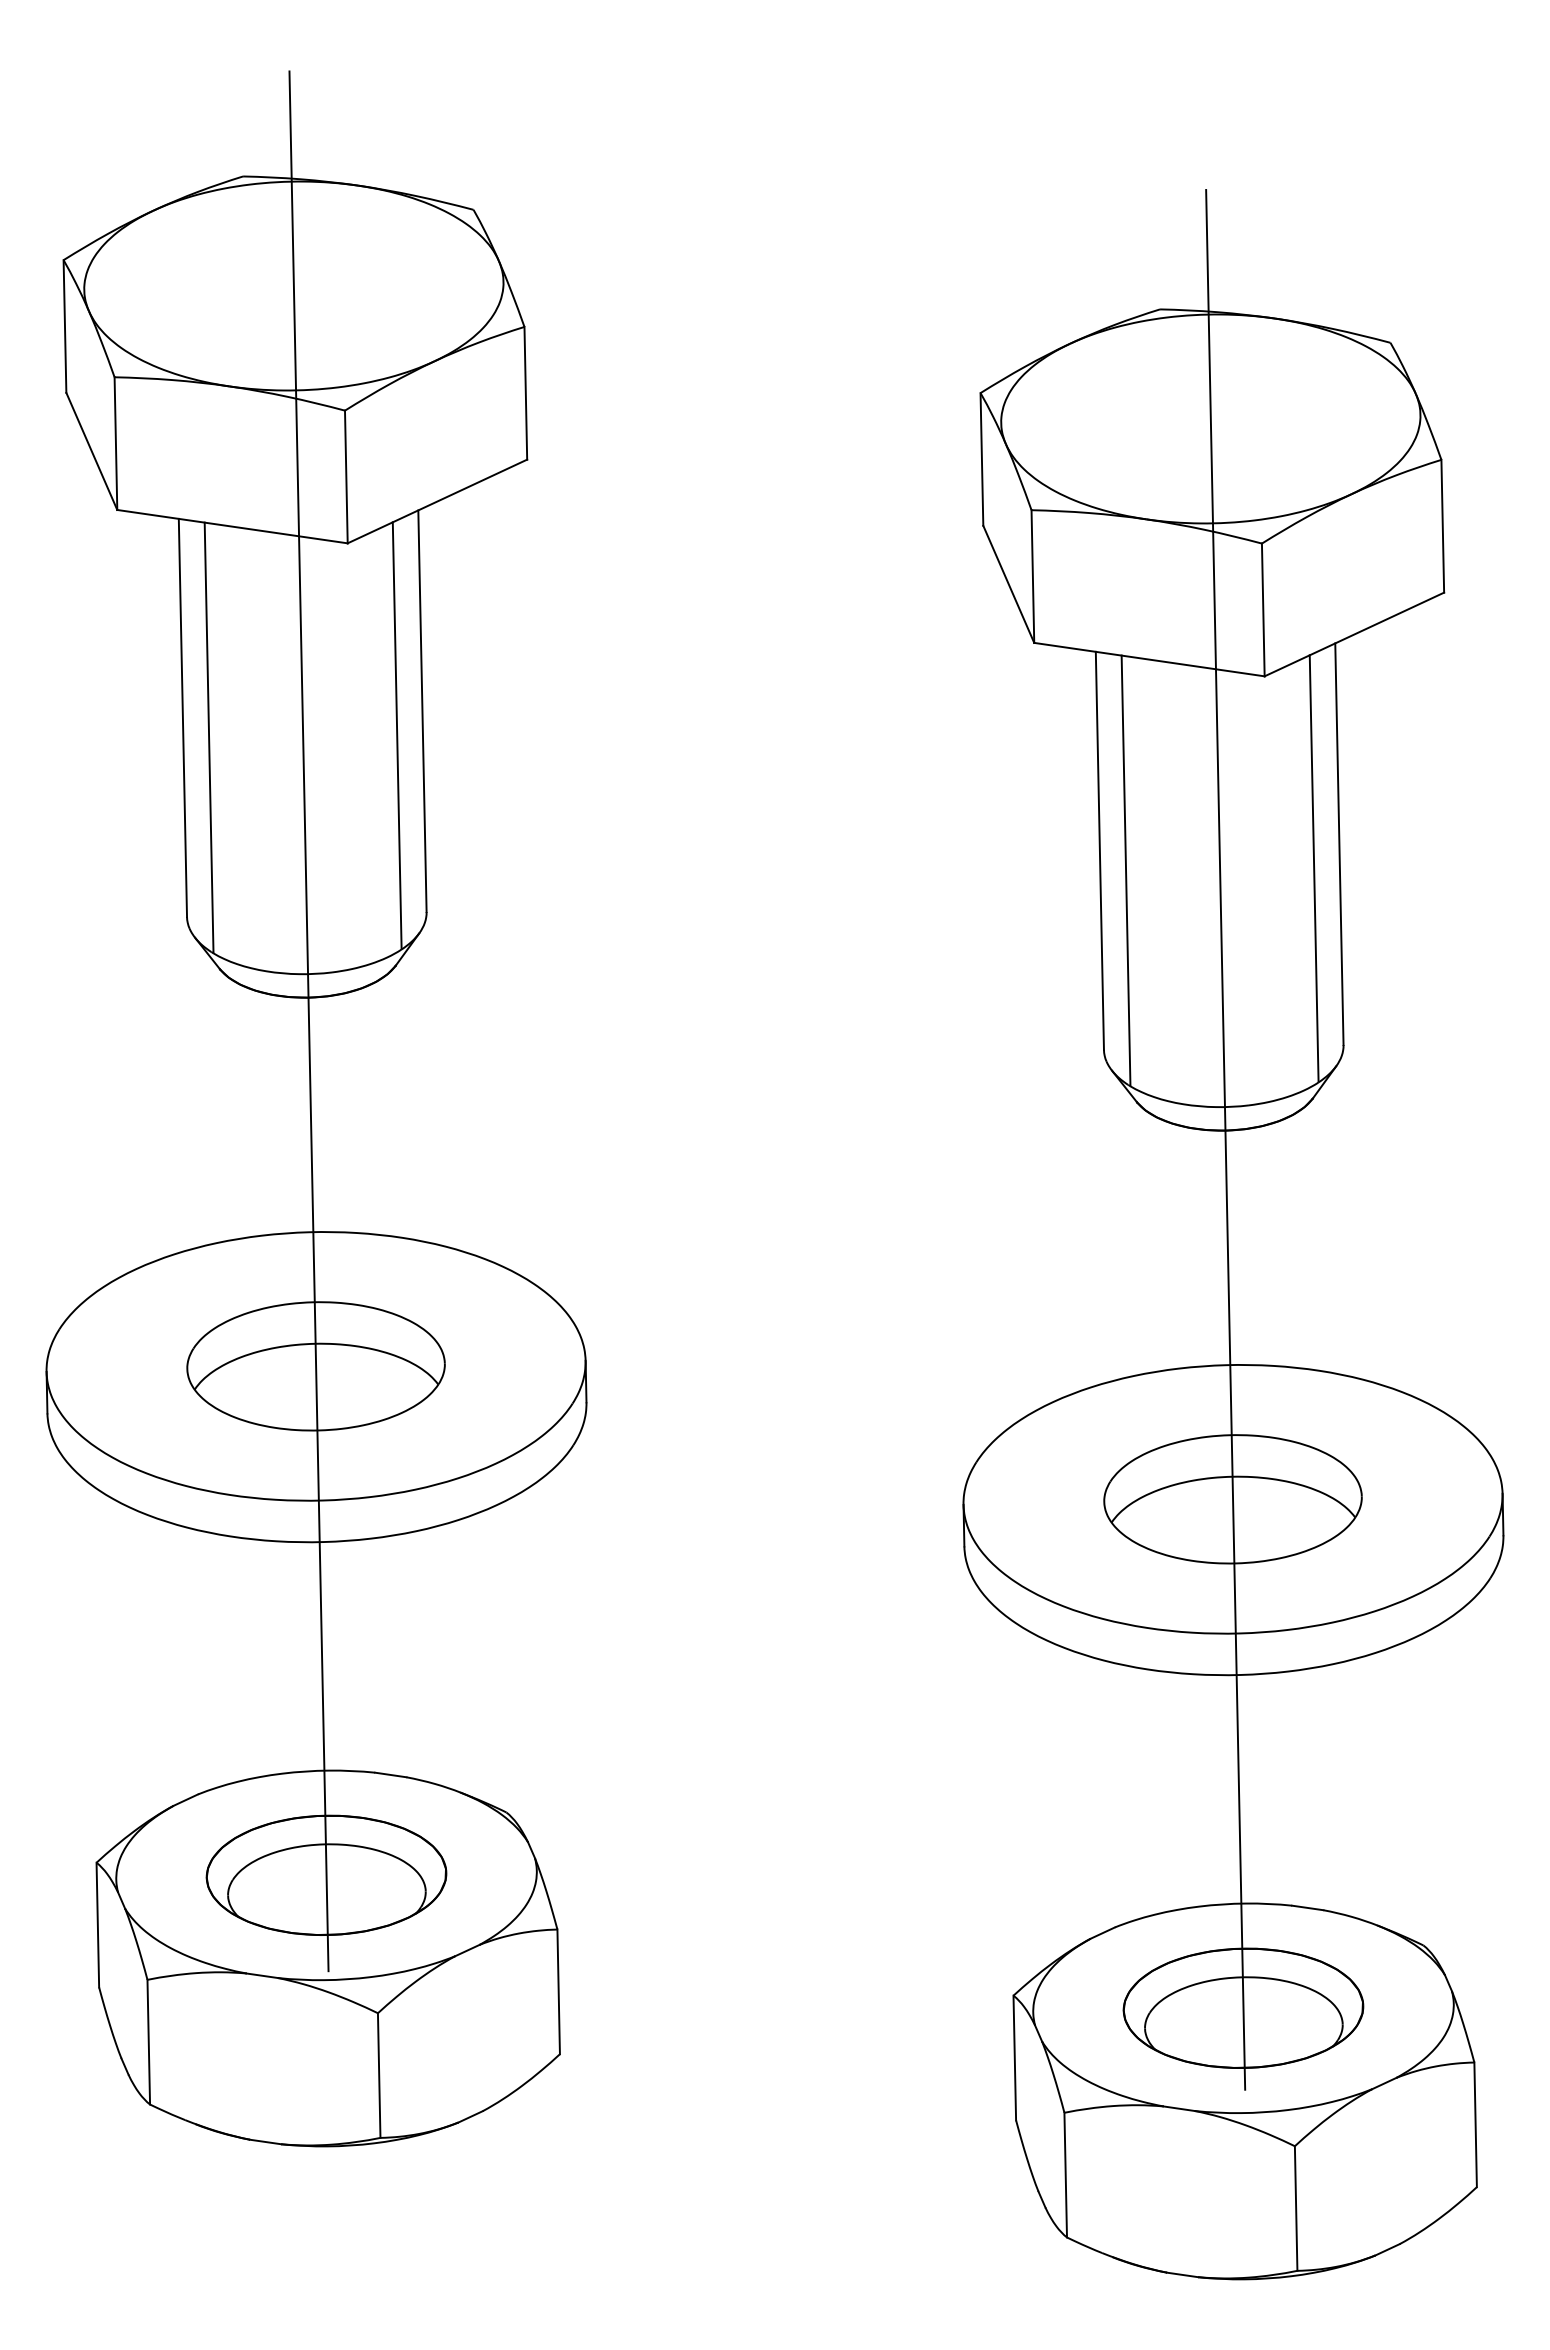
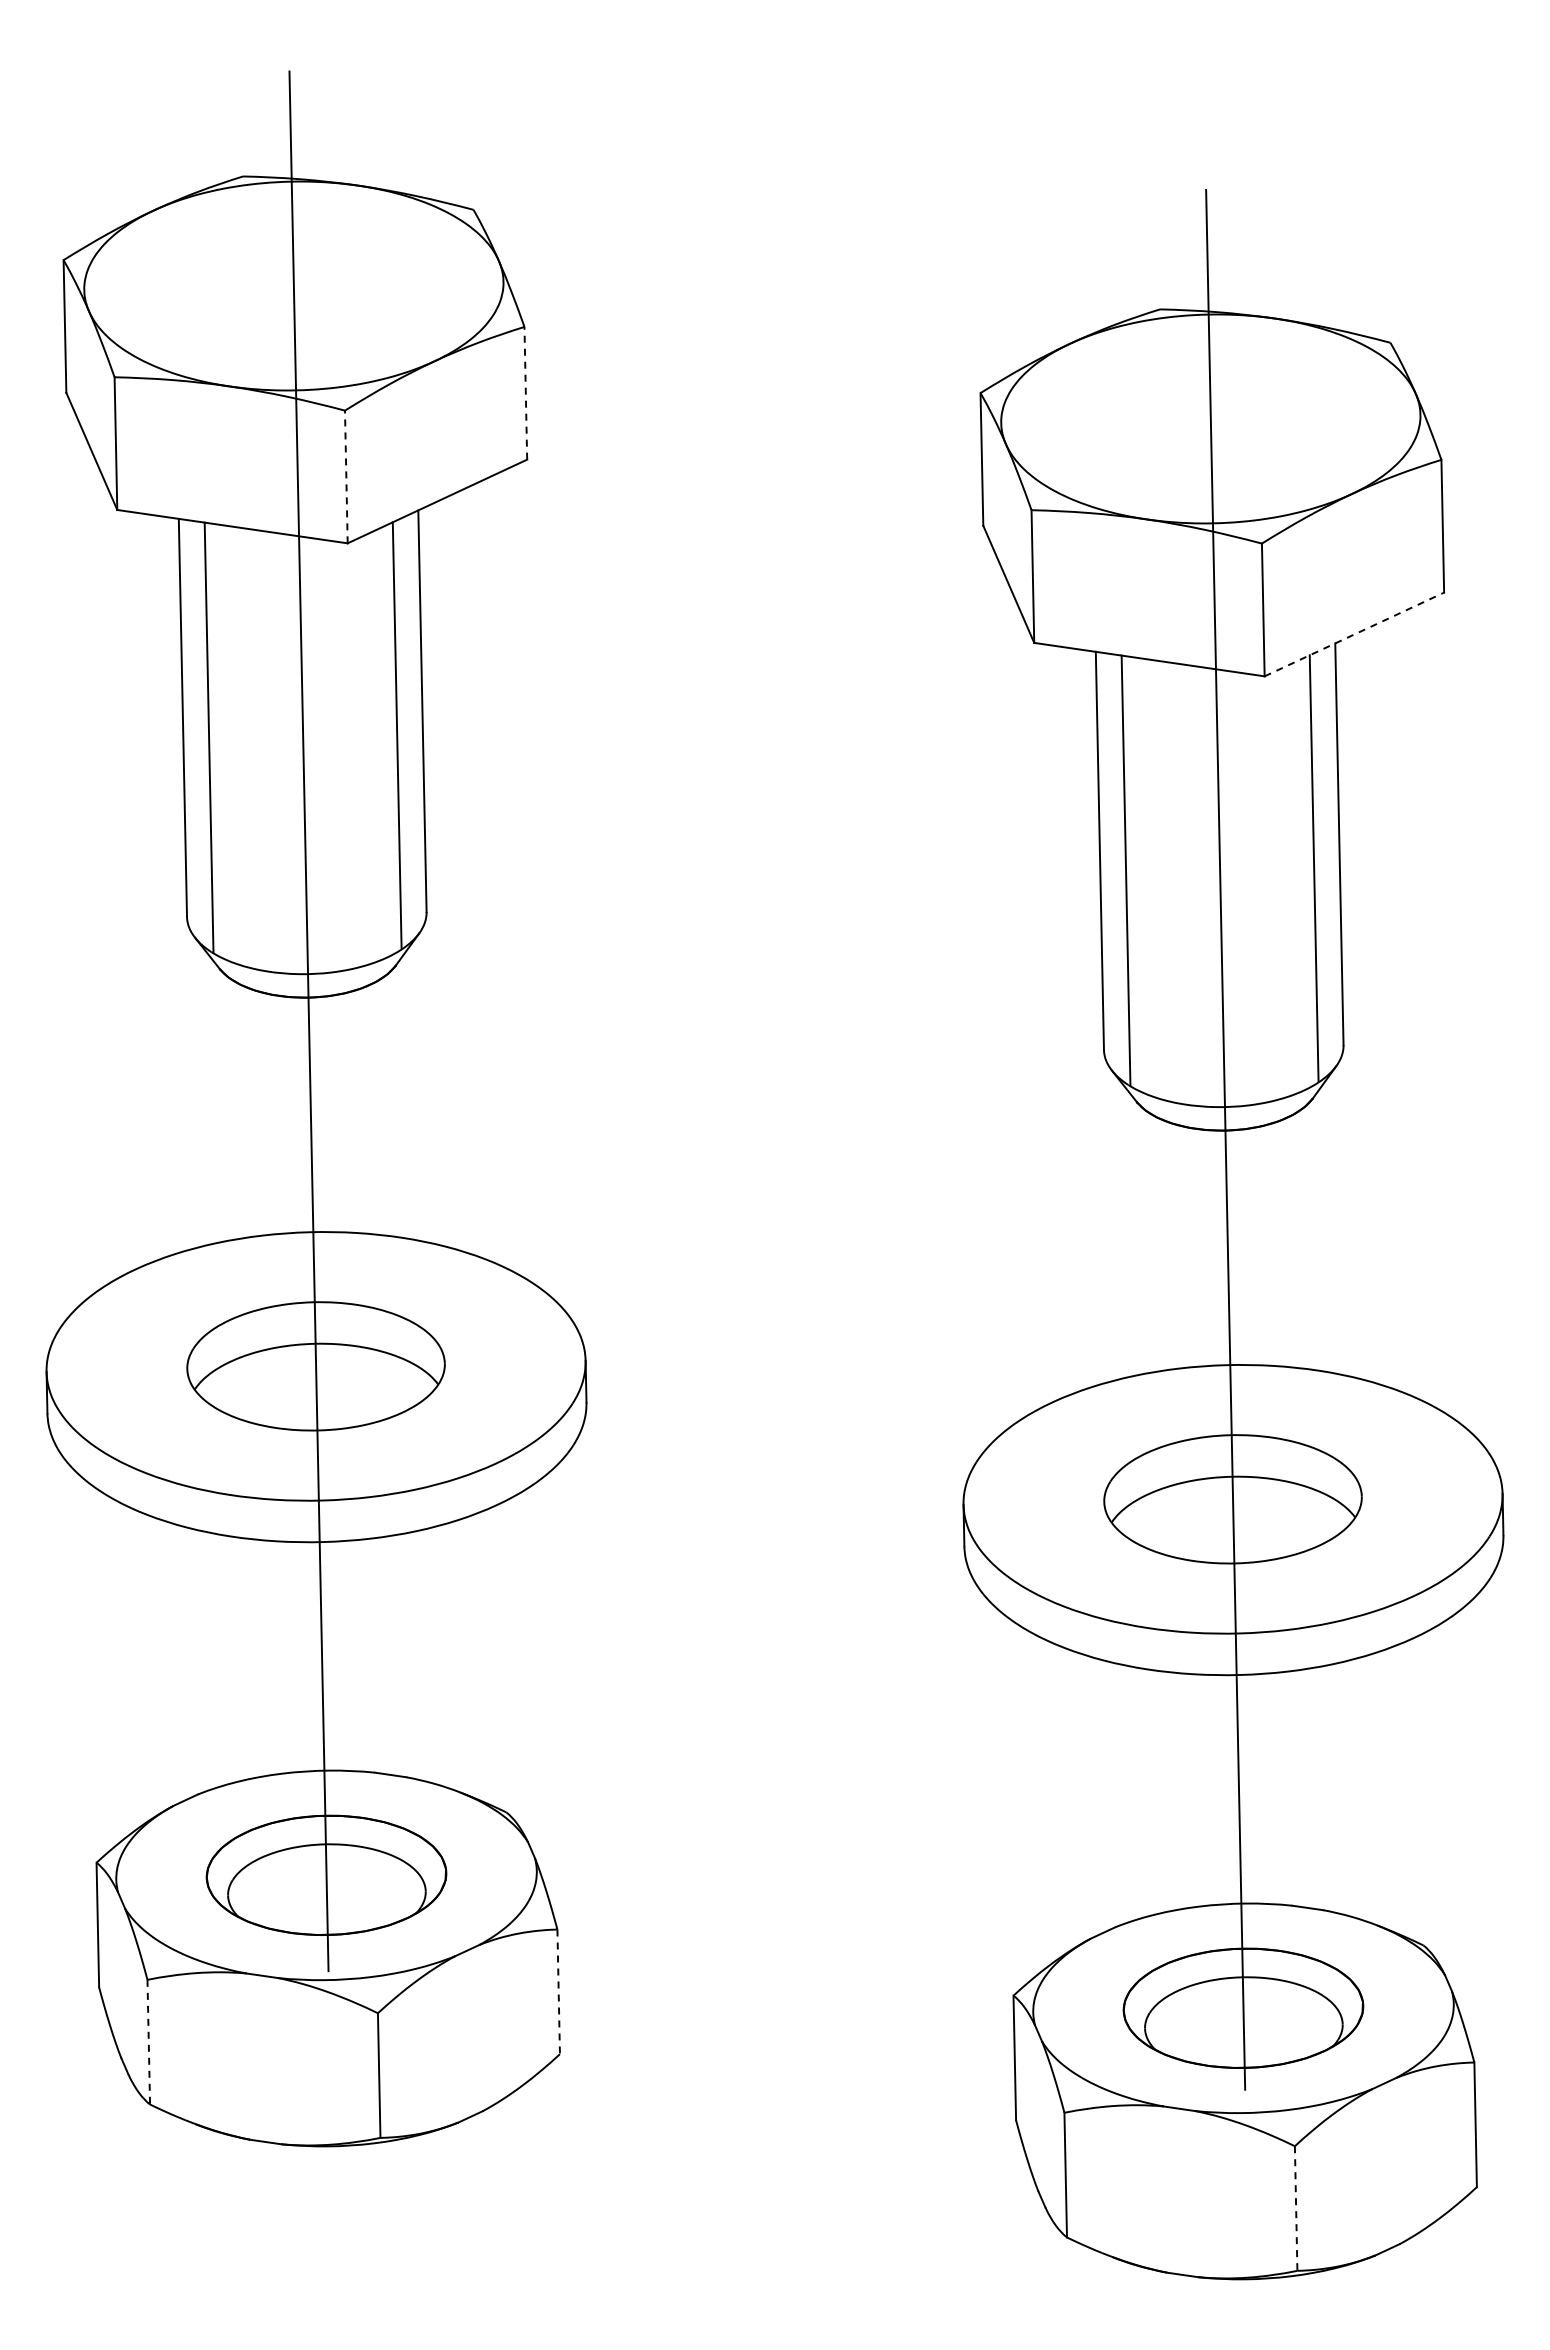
line at (525, 392): solid -> dashed
line at (346, 476): solid -> dashed
line at (1354, 634): solid -> dashed
line at (558, 1992): solid -> dashed
line at (148, 2042): solid -> dashed
line at (1296, 2209): solid -> dashed
